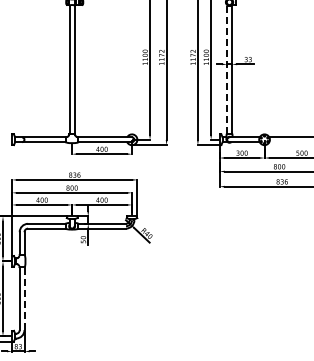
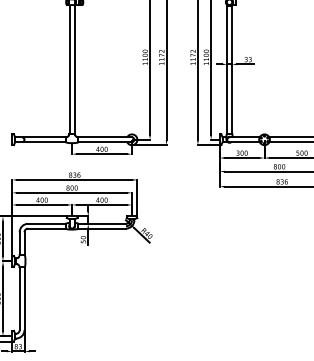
line at (227, 68): dashed -> solid
line at (289, 142): none -> present
line at (24, 298): dashed -> solid
